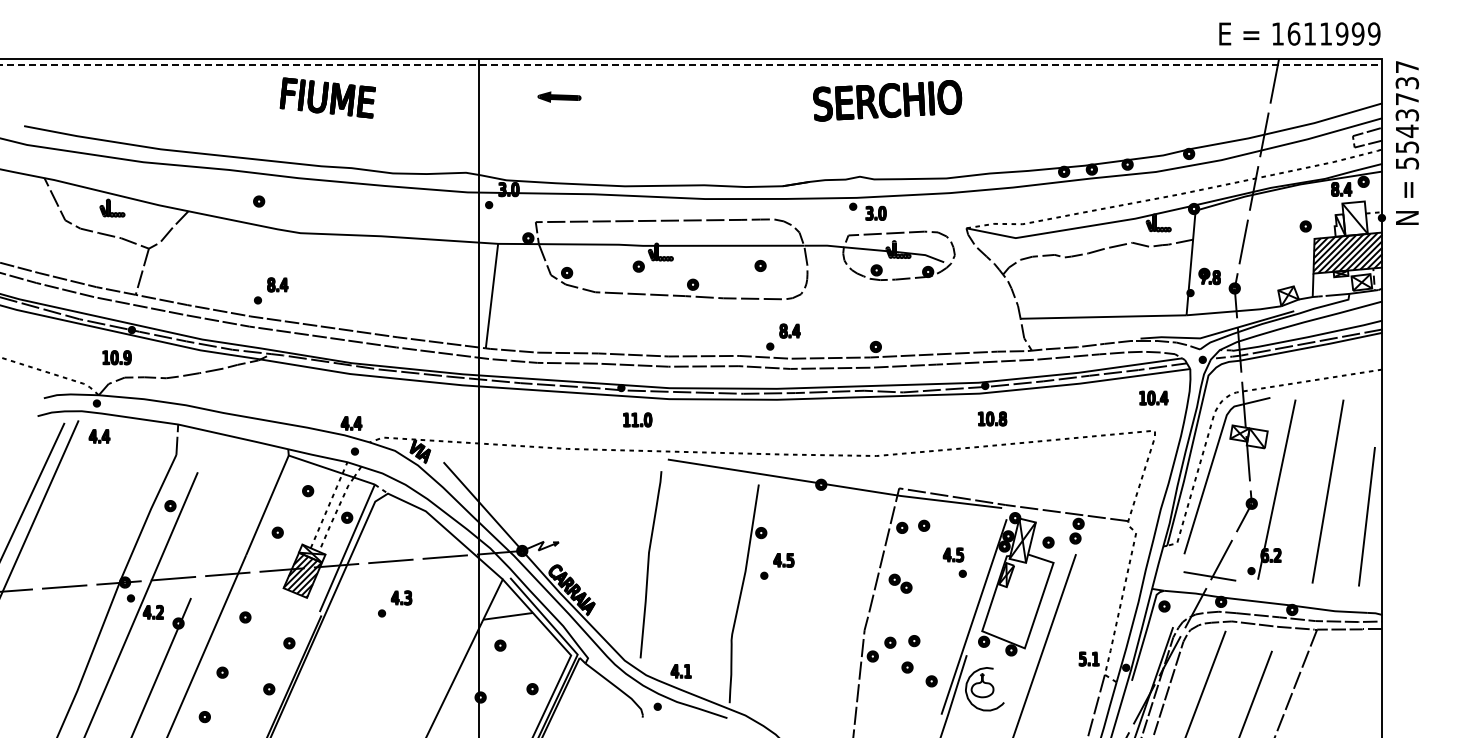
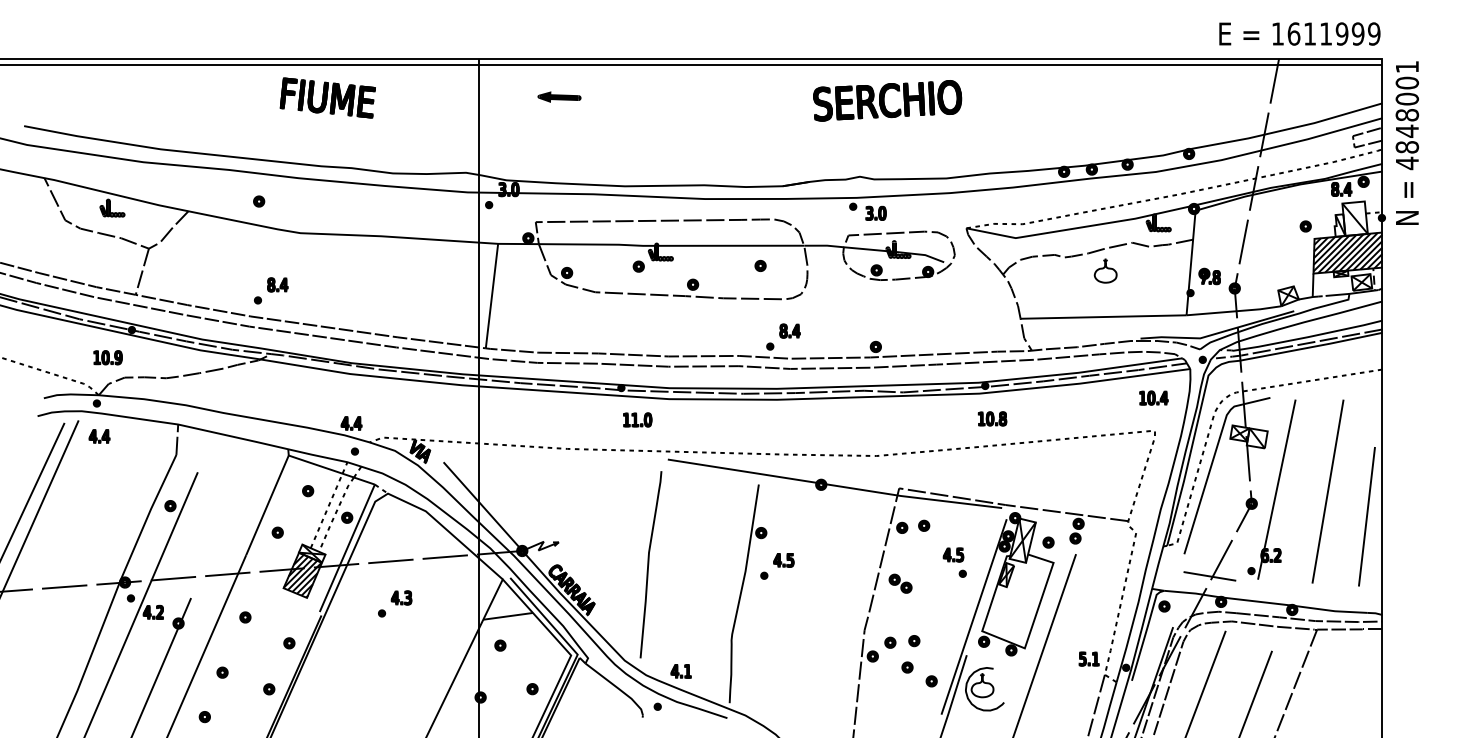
line at (691, 64): dashed -> solid
text at (1407, 115): 5543737 -> 4848001
part at (1105, 270): none -> present
text at (116, 357) position: (116, 357) -> (107, 357)
